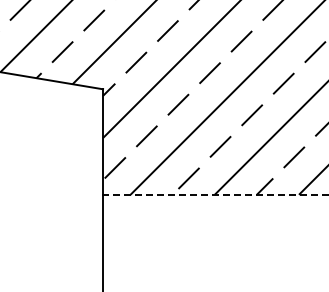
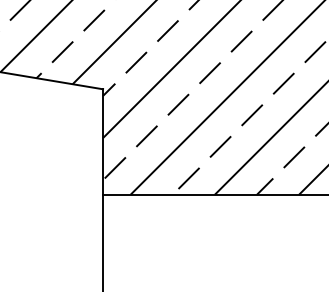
line at (215, 194): dashed -> solid
